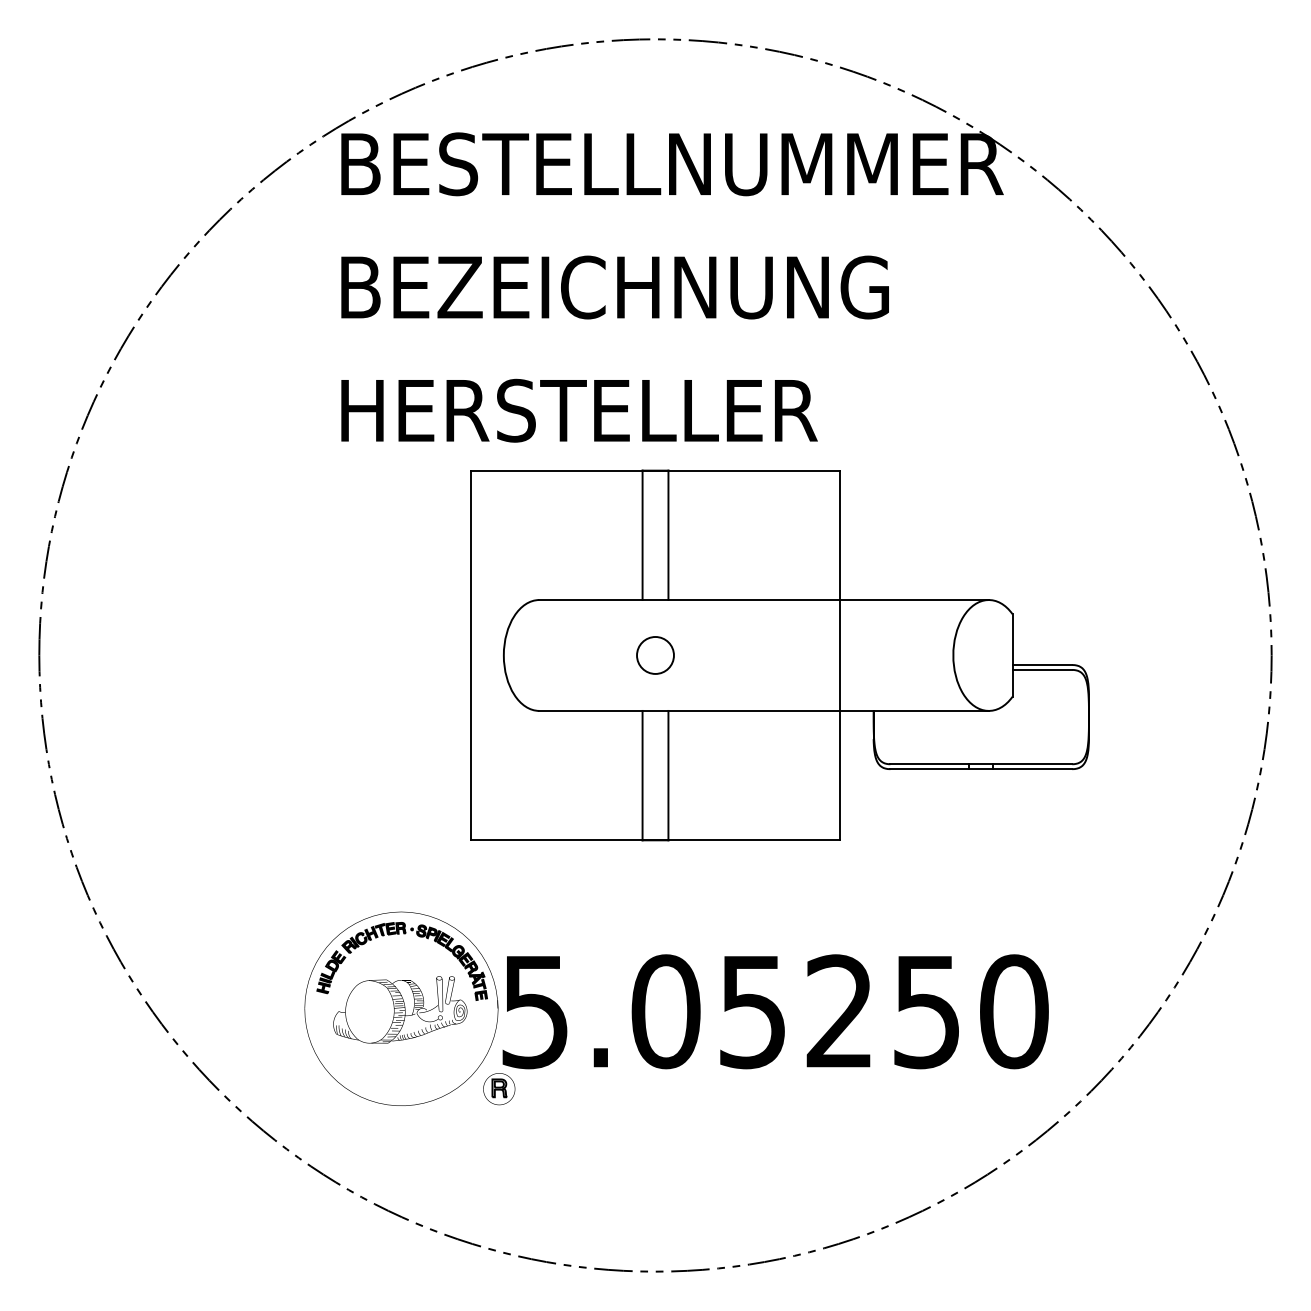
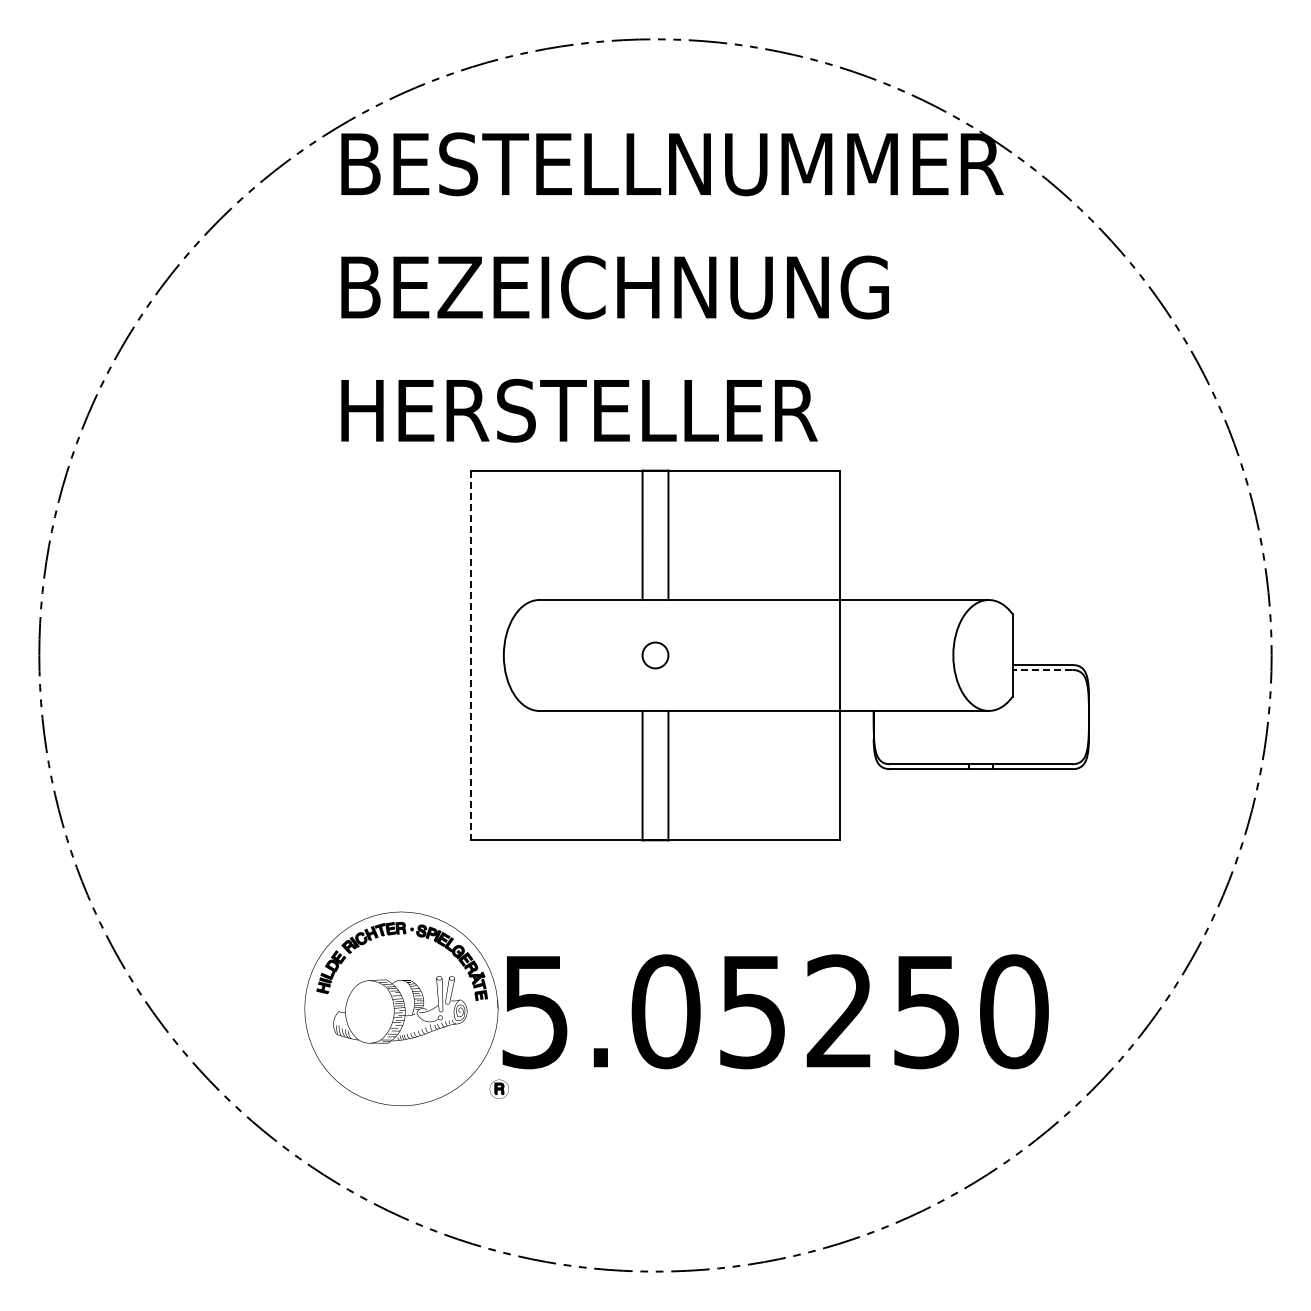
line at (470, 655): solid -> dashed
circle at (655, 655) diameter: 37 px -> 26 px
line at (1042, 669): solid -> dashed
part at (499, 1089) size: 33x33 px -> 20x20 px
